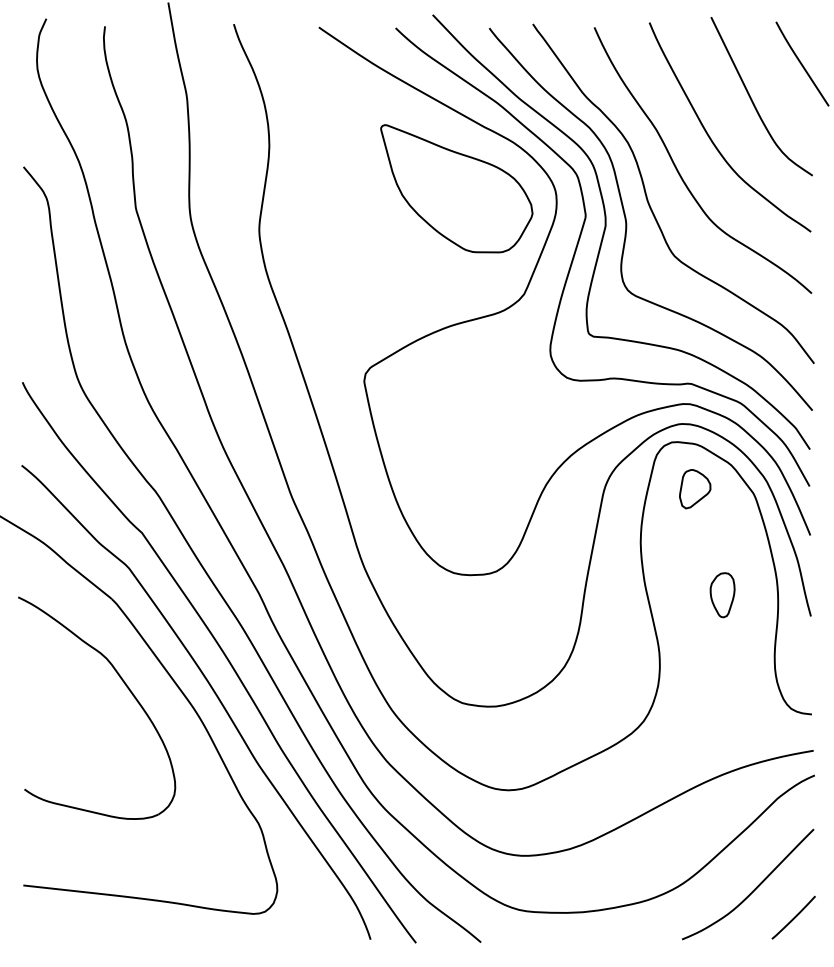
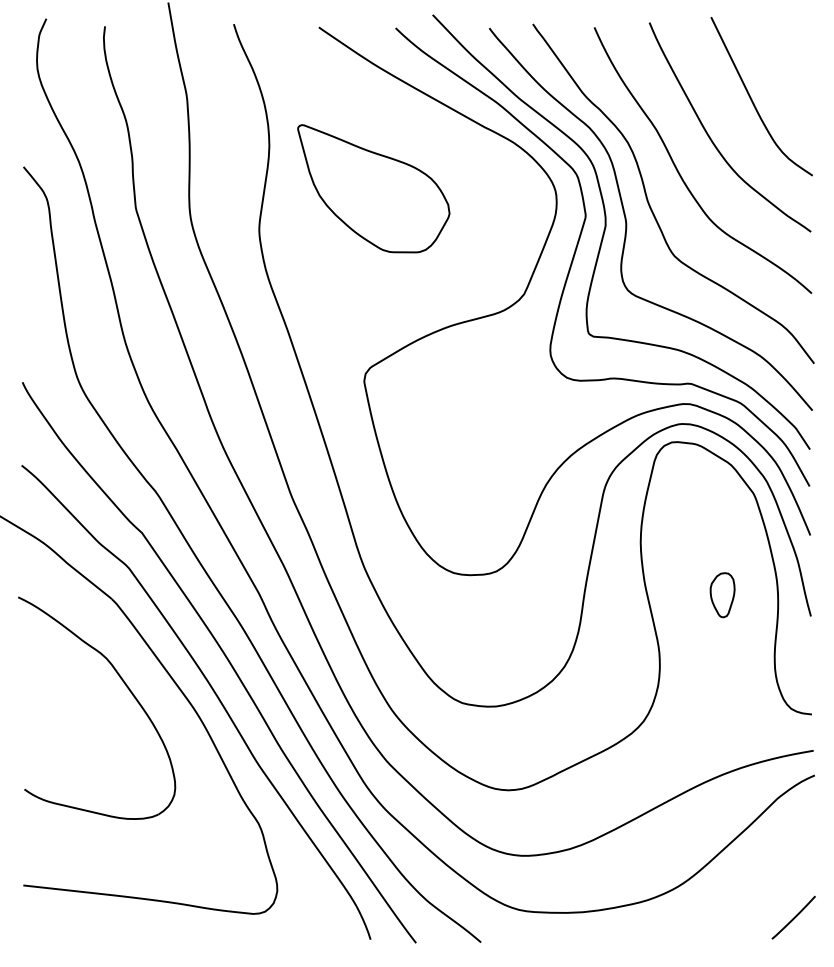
curve at (802, 63): present -> none
part at (456, 188) position: (456, 188) -> (373, 188)
part at (695, 489): present -> none
curve at (753, 889): present -> none
